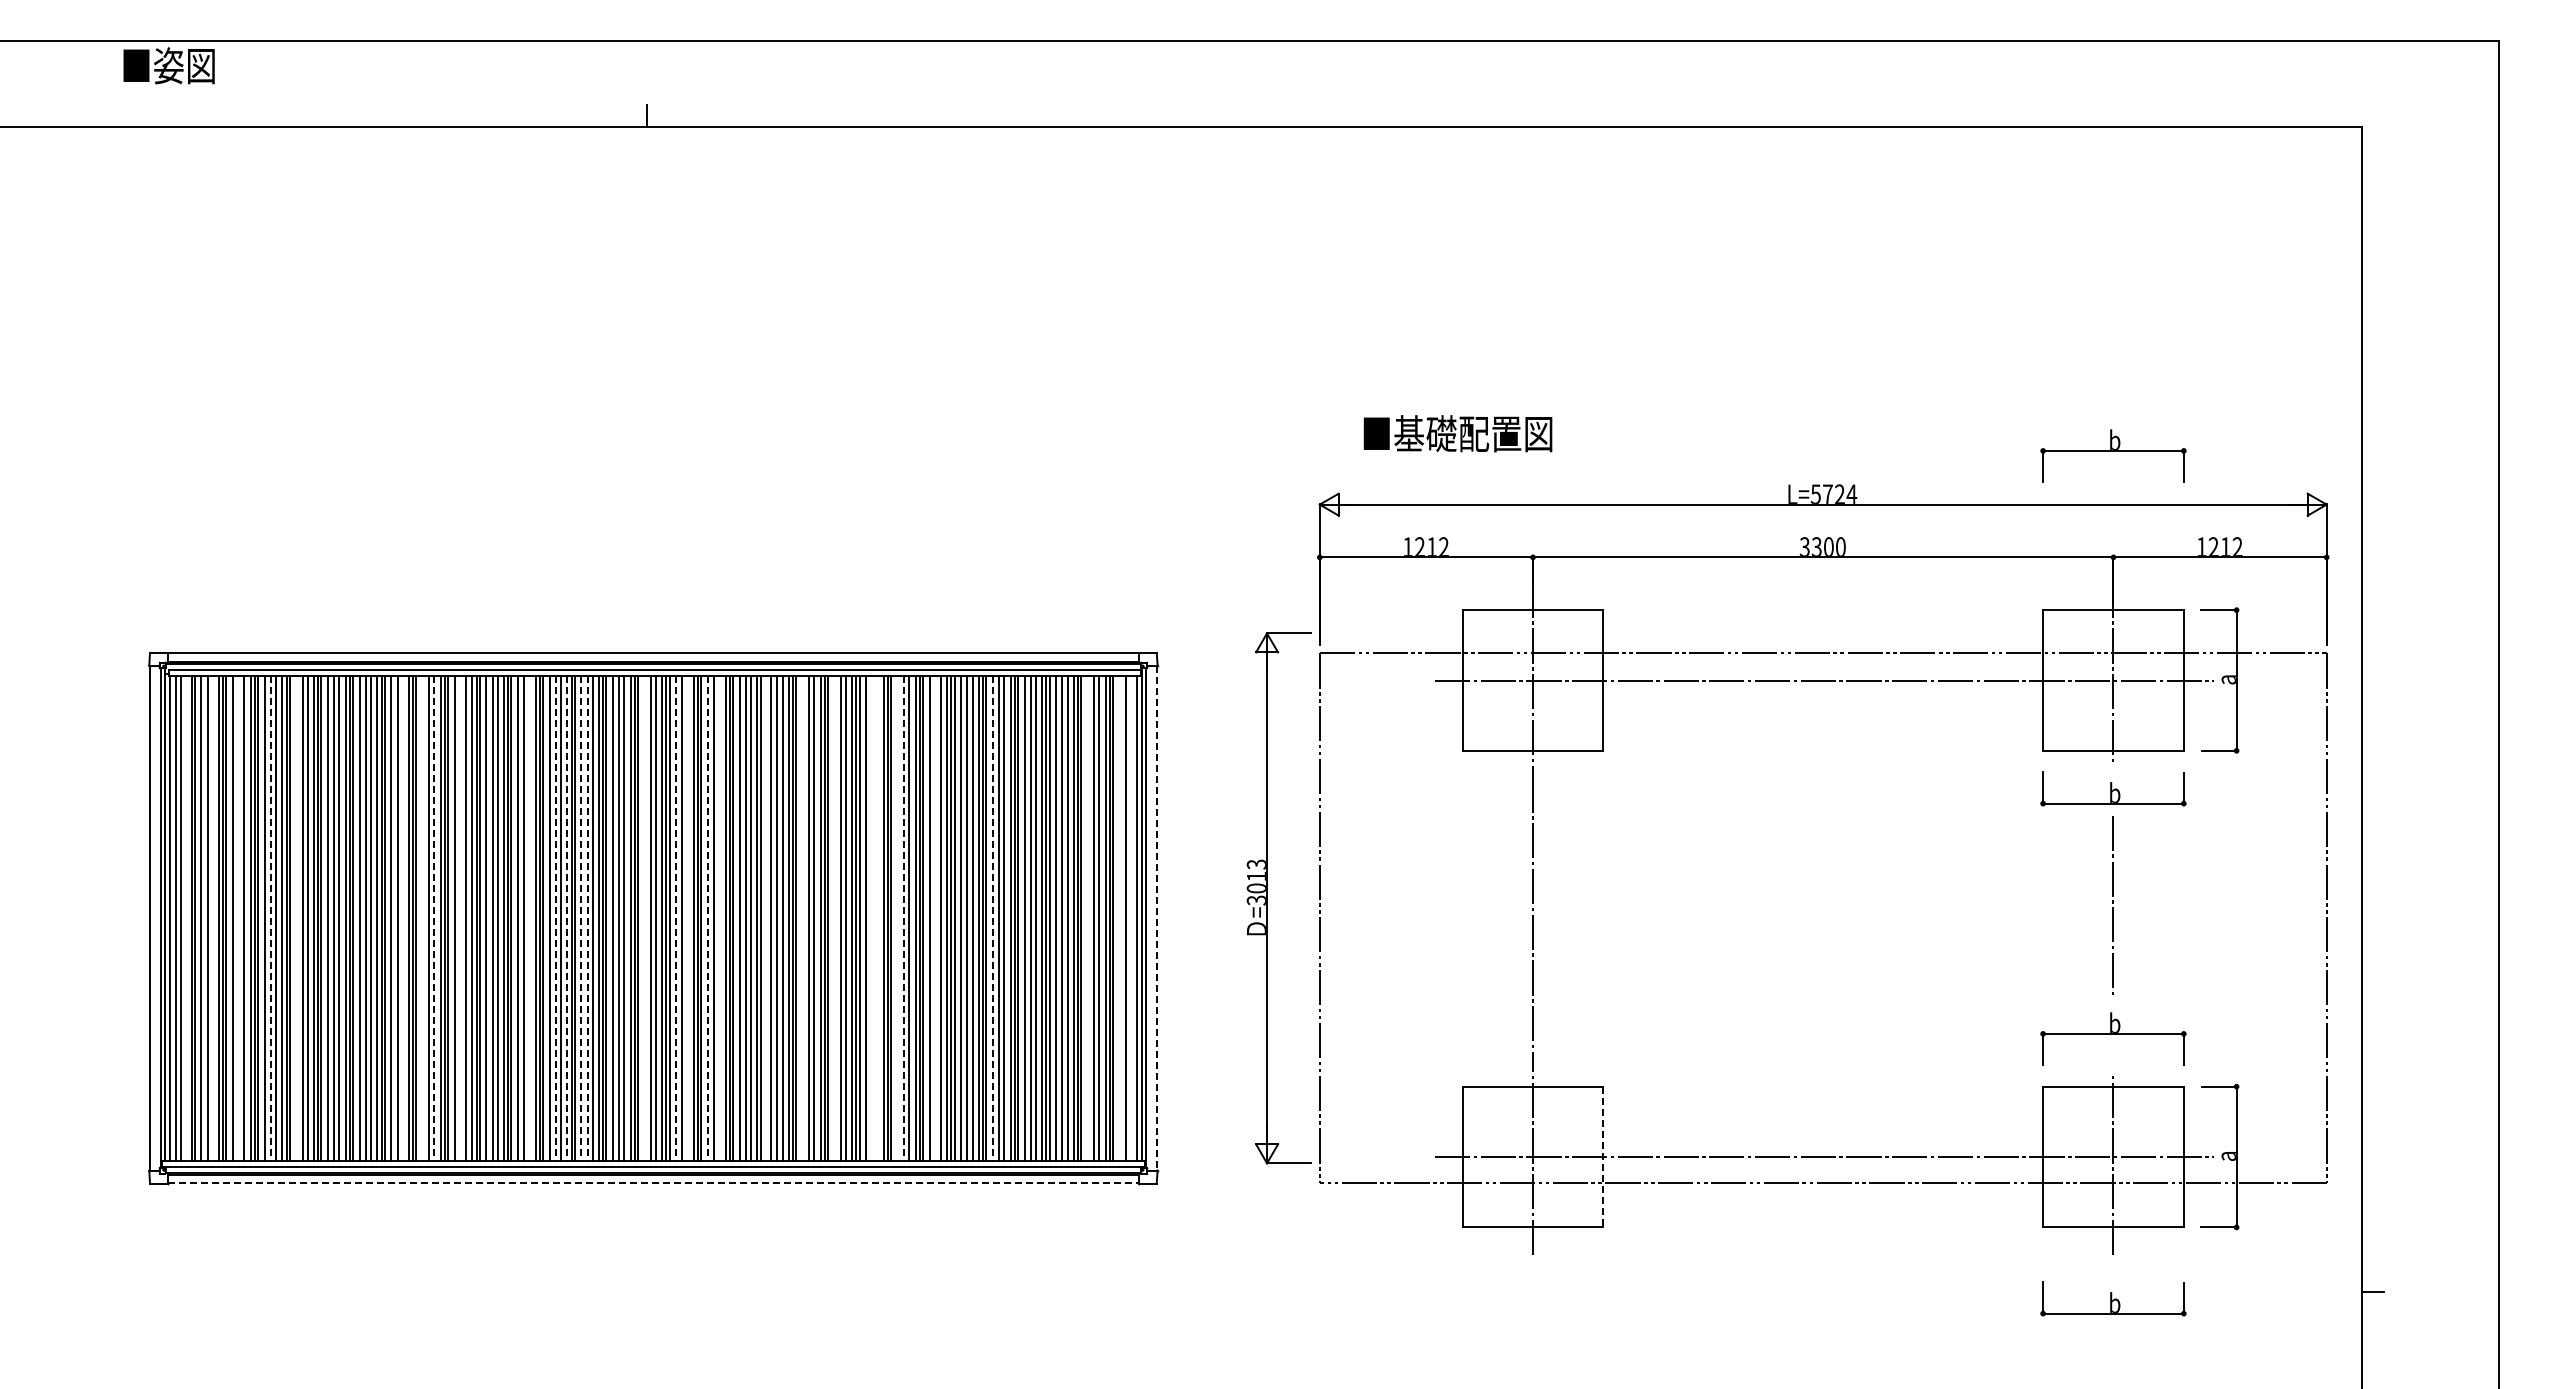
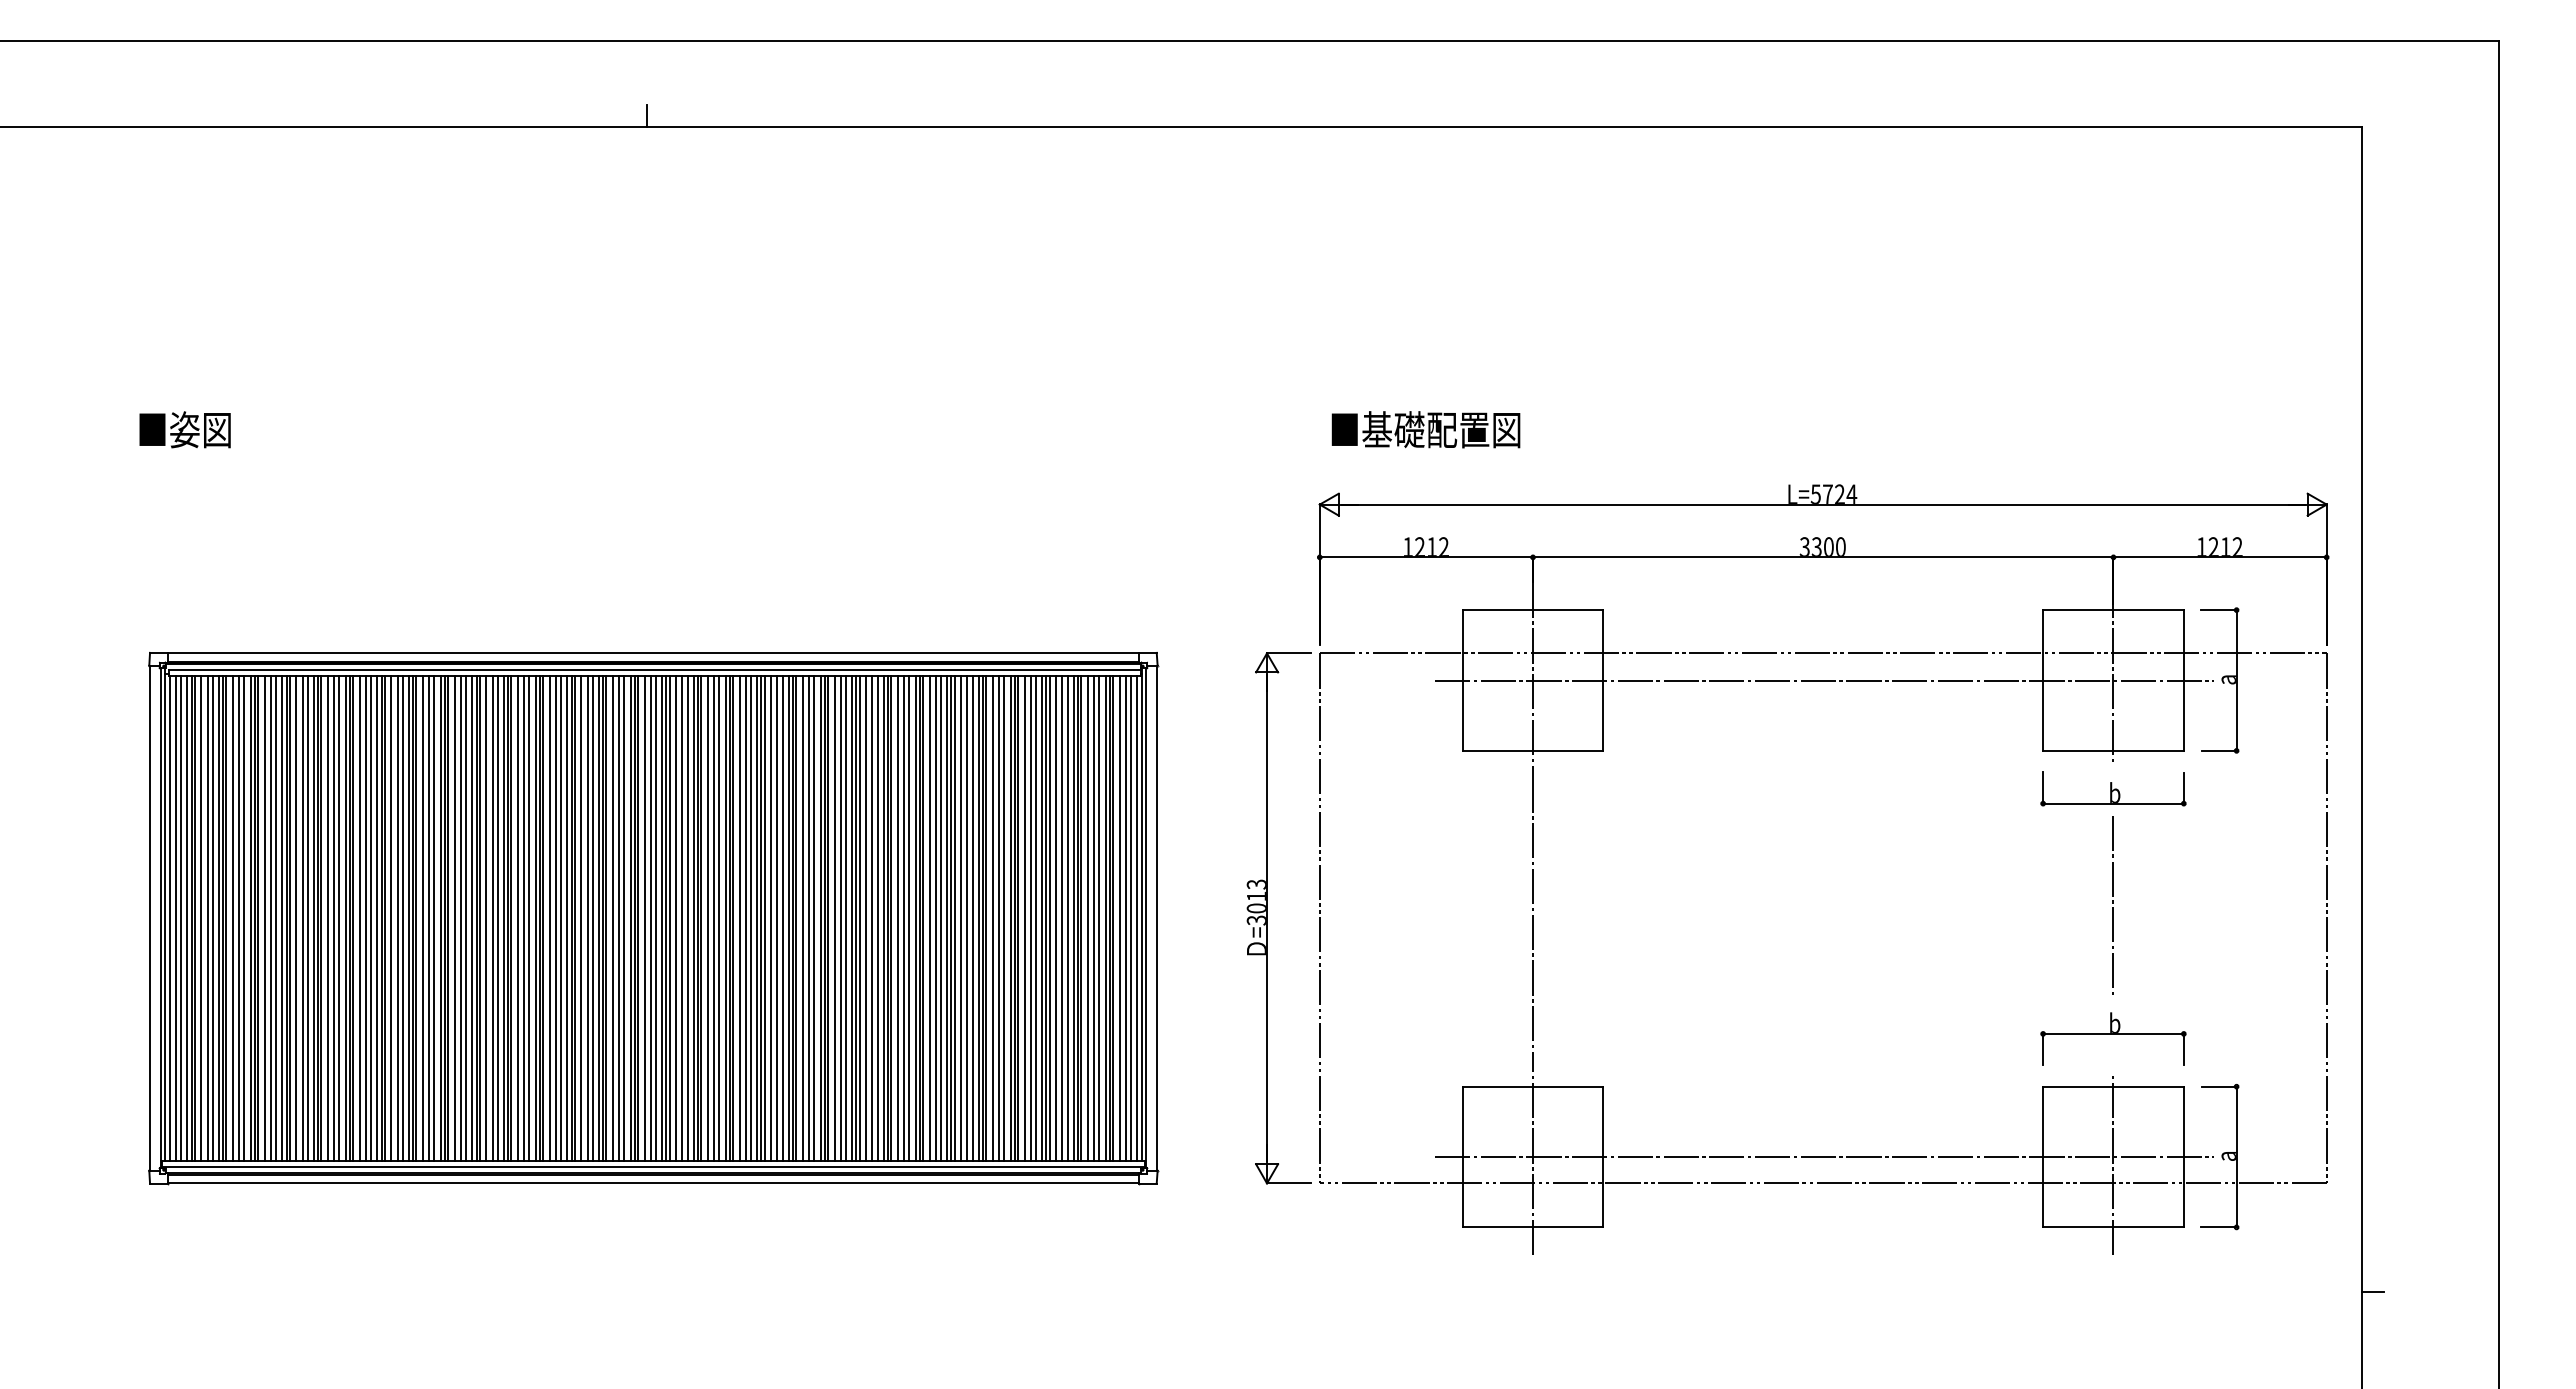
text at (168, 65) position: (168, 65) -> (184, 429)
text at (1457, 433) position: (1457, 433) -> (1425, 429)
part at (2113, 455): present -> none
part at (1267, 898) position: (1267, 898) -> (1267, 918)
line at (187, 917): none -> present
line at (212, 917): none -> present
line at (239, 917): none -> present
line at (296, 917): none -> present
line at (402, 917): none -> present
line at (423, 917): none -> present
line at (460, 917): none -> present
line at (529, 917): none -> present
line at (644, 917): none -> present
line at (687, 917): none -> present
line at (719, 917): none -> present
line at (764, 917): none -> present
line at (802, 917): none -> present
line at (834, 917): none -> present
line at (872, 917): none -> present
line at (877, 917): none -> present
line at (897, 917): none -> present
line at (935, 917): none -> present
line at (1087, 917): none -> present
line at (1119, 917): none -> present
line at (1131, 917): none -> present
line at (270, 918): dashed -> solid
line at (434, 918): dashed -> solid
line at (555, 918): dashed -> solid
line at (567, 918): dashed -> solid
line at (581, 918): dashed -> solid
line at (587, 918): dashed -> solid
line at (676, 918): dashed -> solid
line at (708, 918): dashed -> solid
line at (904, 918): dashed -> solid
line at (992, 918): dashed -> solid
line at (1156, 918): dashed -> solid
line at (1603, 1157): dashed -> solid
line at (653, 1183): dashed -> solid
part at (2113, 1298): present -> none
